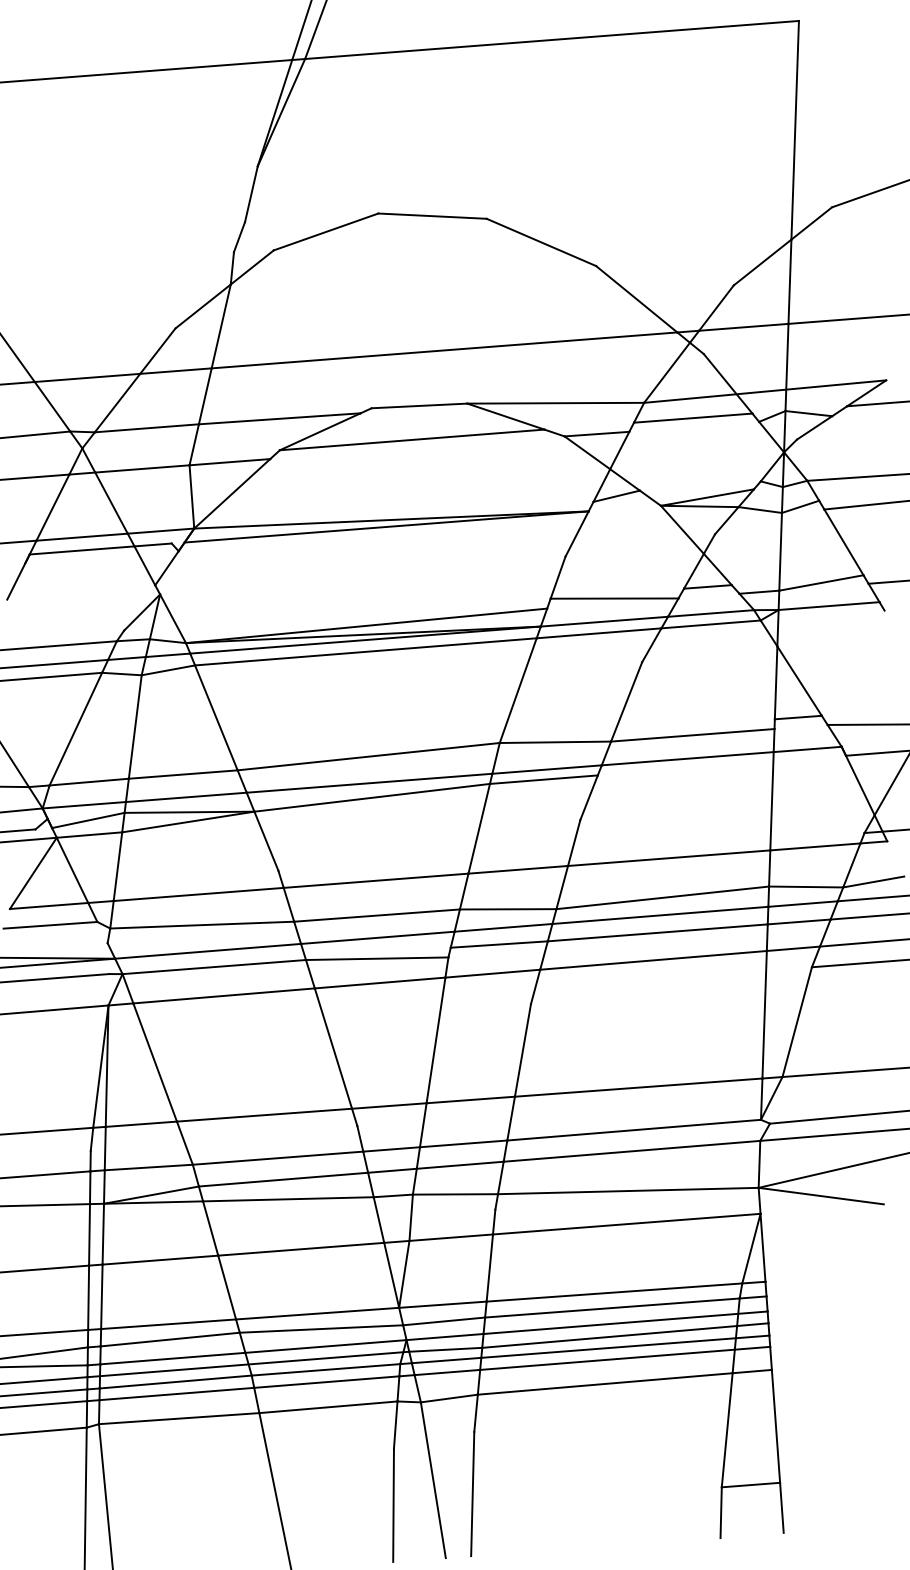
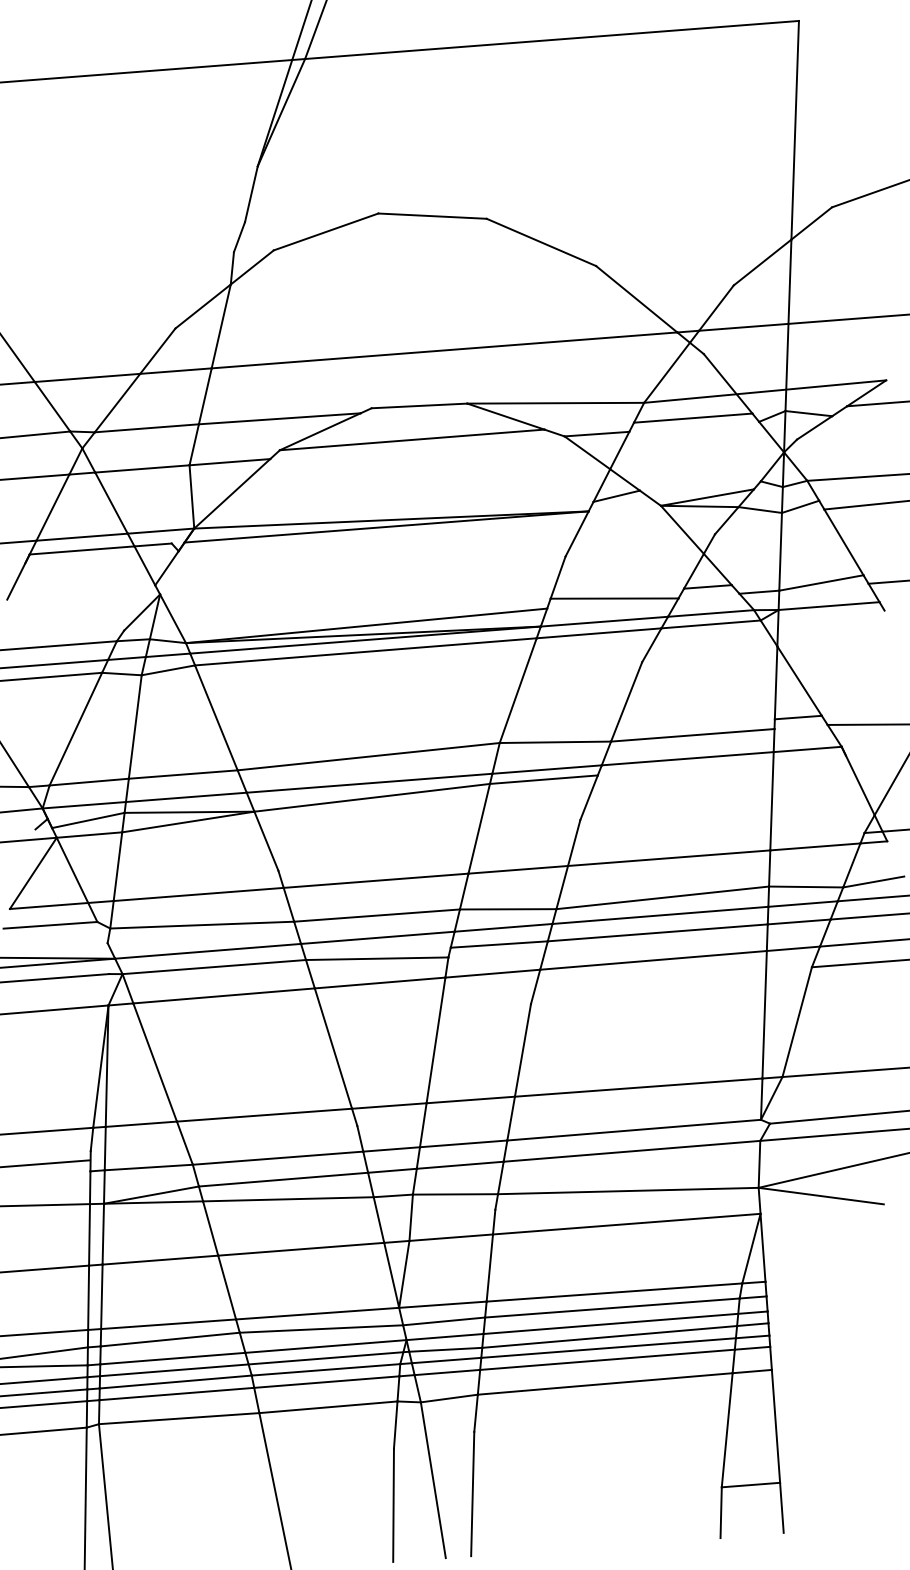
line at (875, 753): present -> none
line at (18, 830): present -> none
line at (46, 1174) position: (46, 1174) -> (45, 1163)
